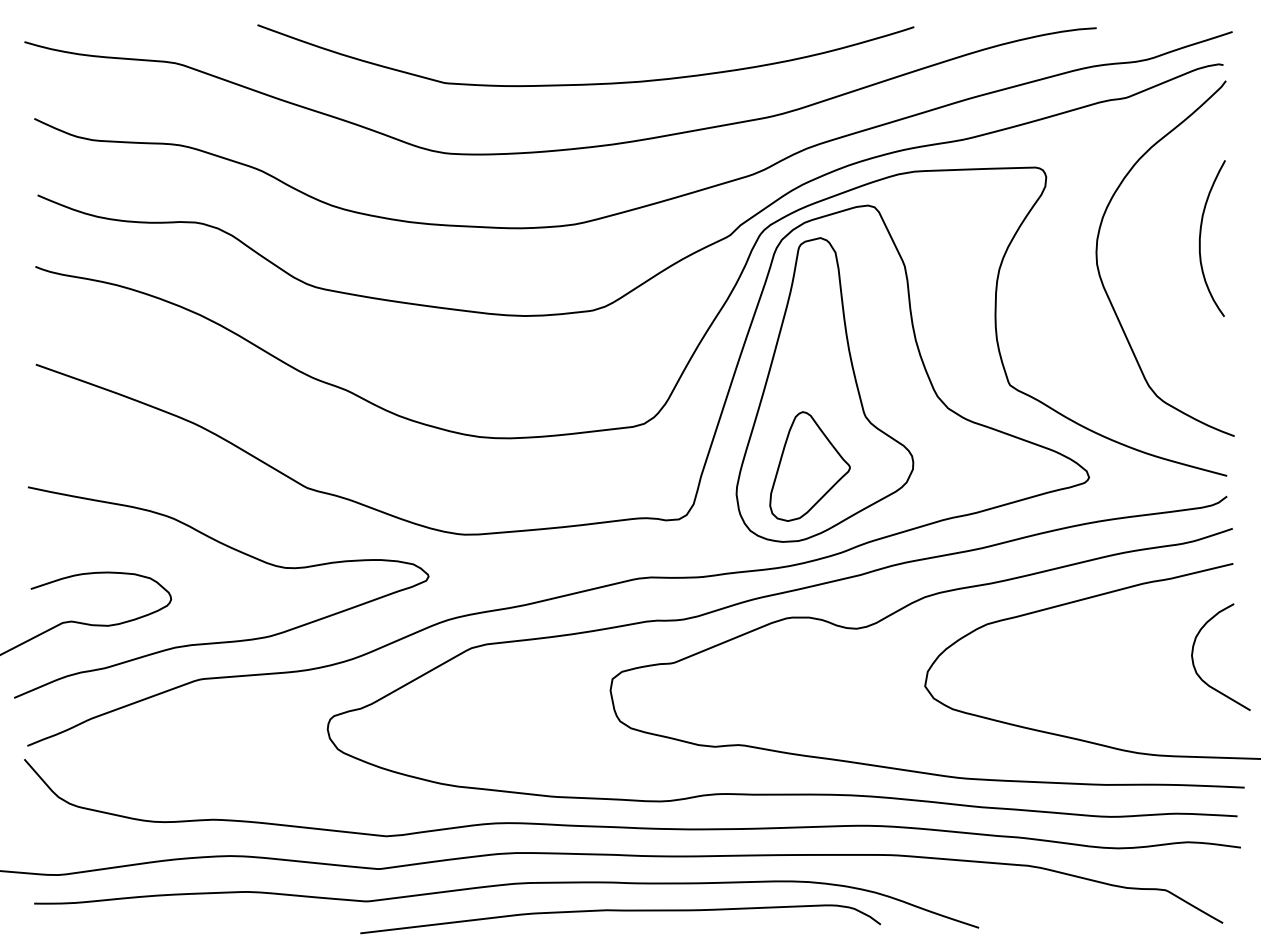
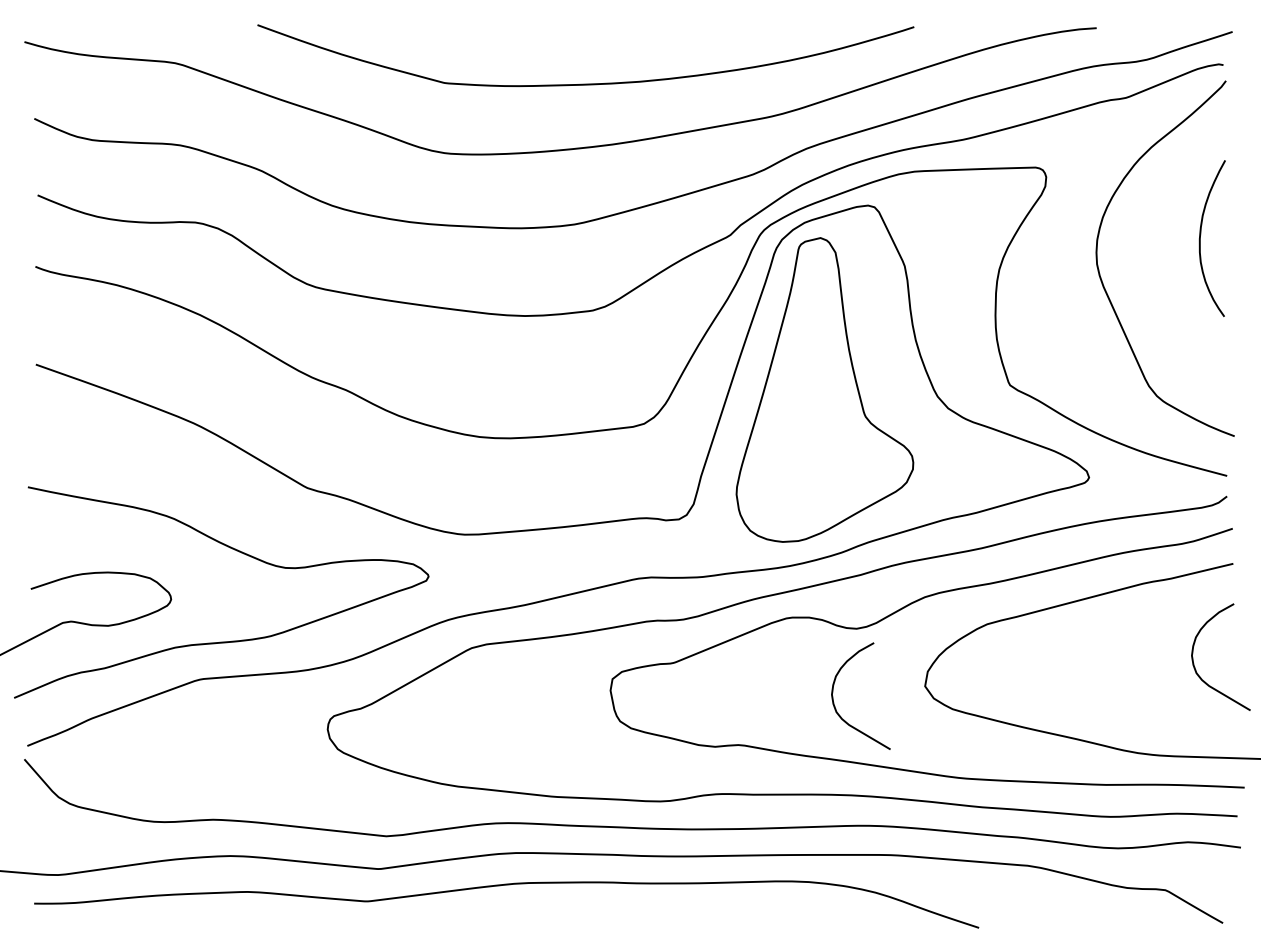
part at (809, 466): present -> none
curve at (834, 702): none -> present
curve at (620, 911): present -> none
